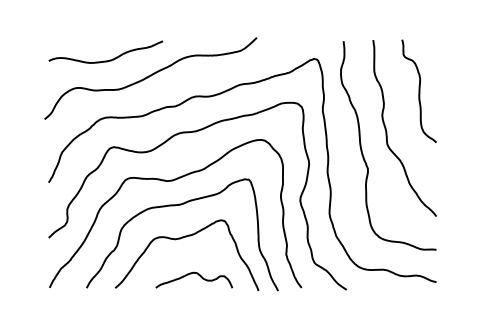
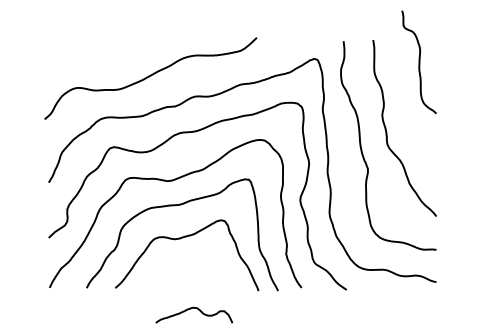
curve at (109, 59): present -> none
curve at (418, 90) position: (418, 90) -> (418, 61)
curve at (198, 275) position: (198, 275) -> (198, 310)
